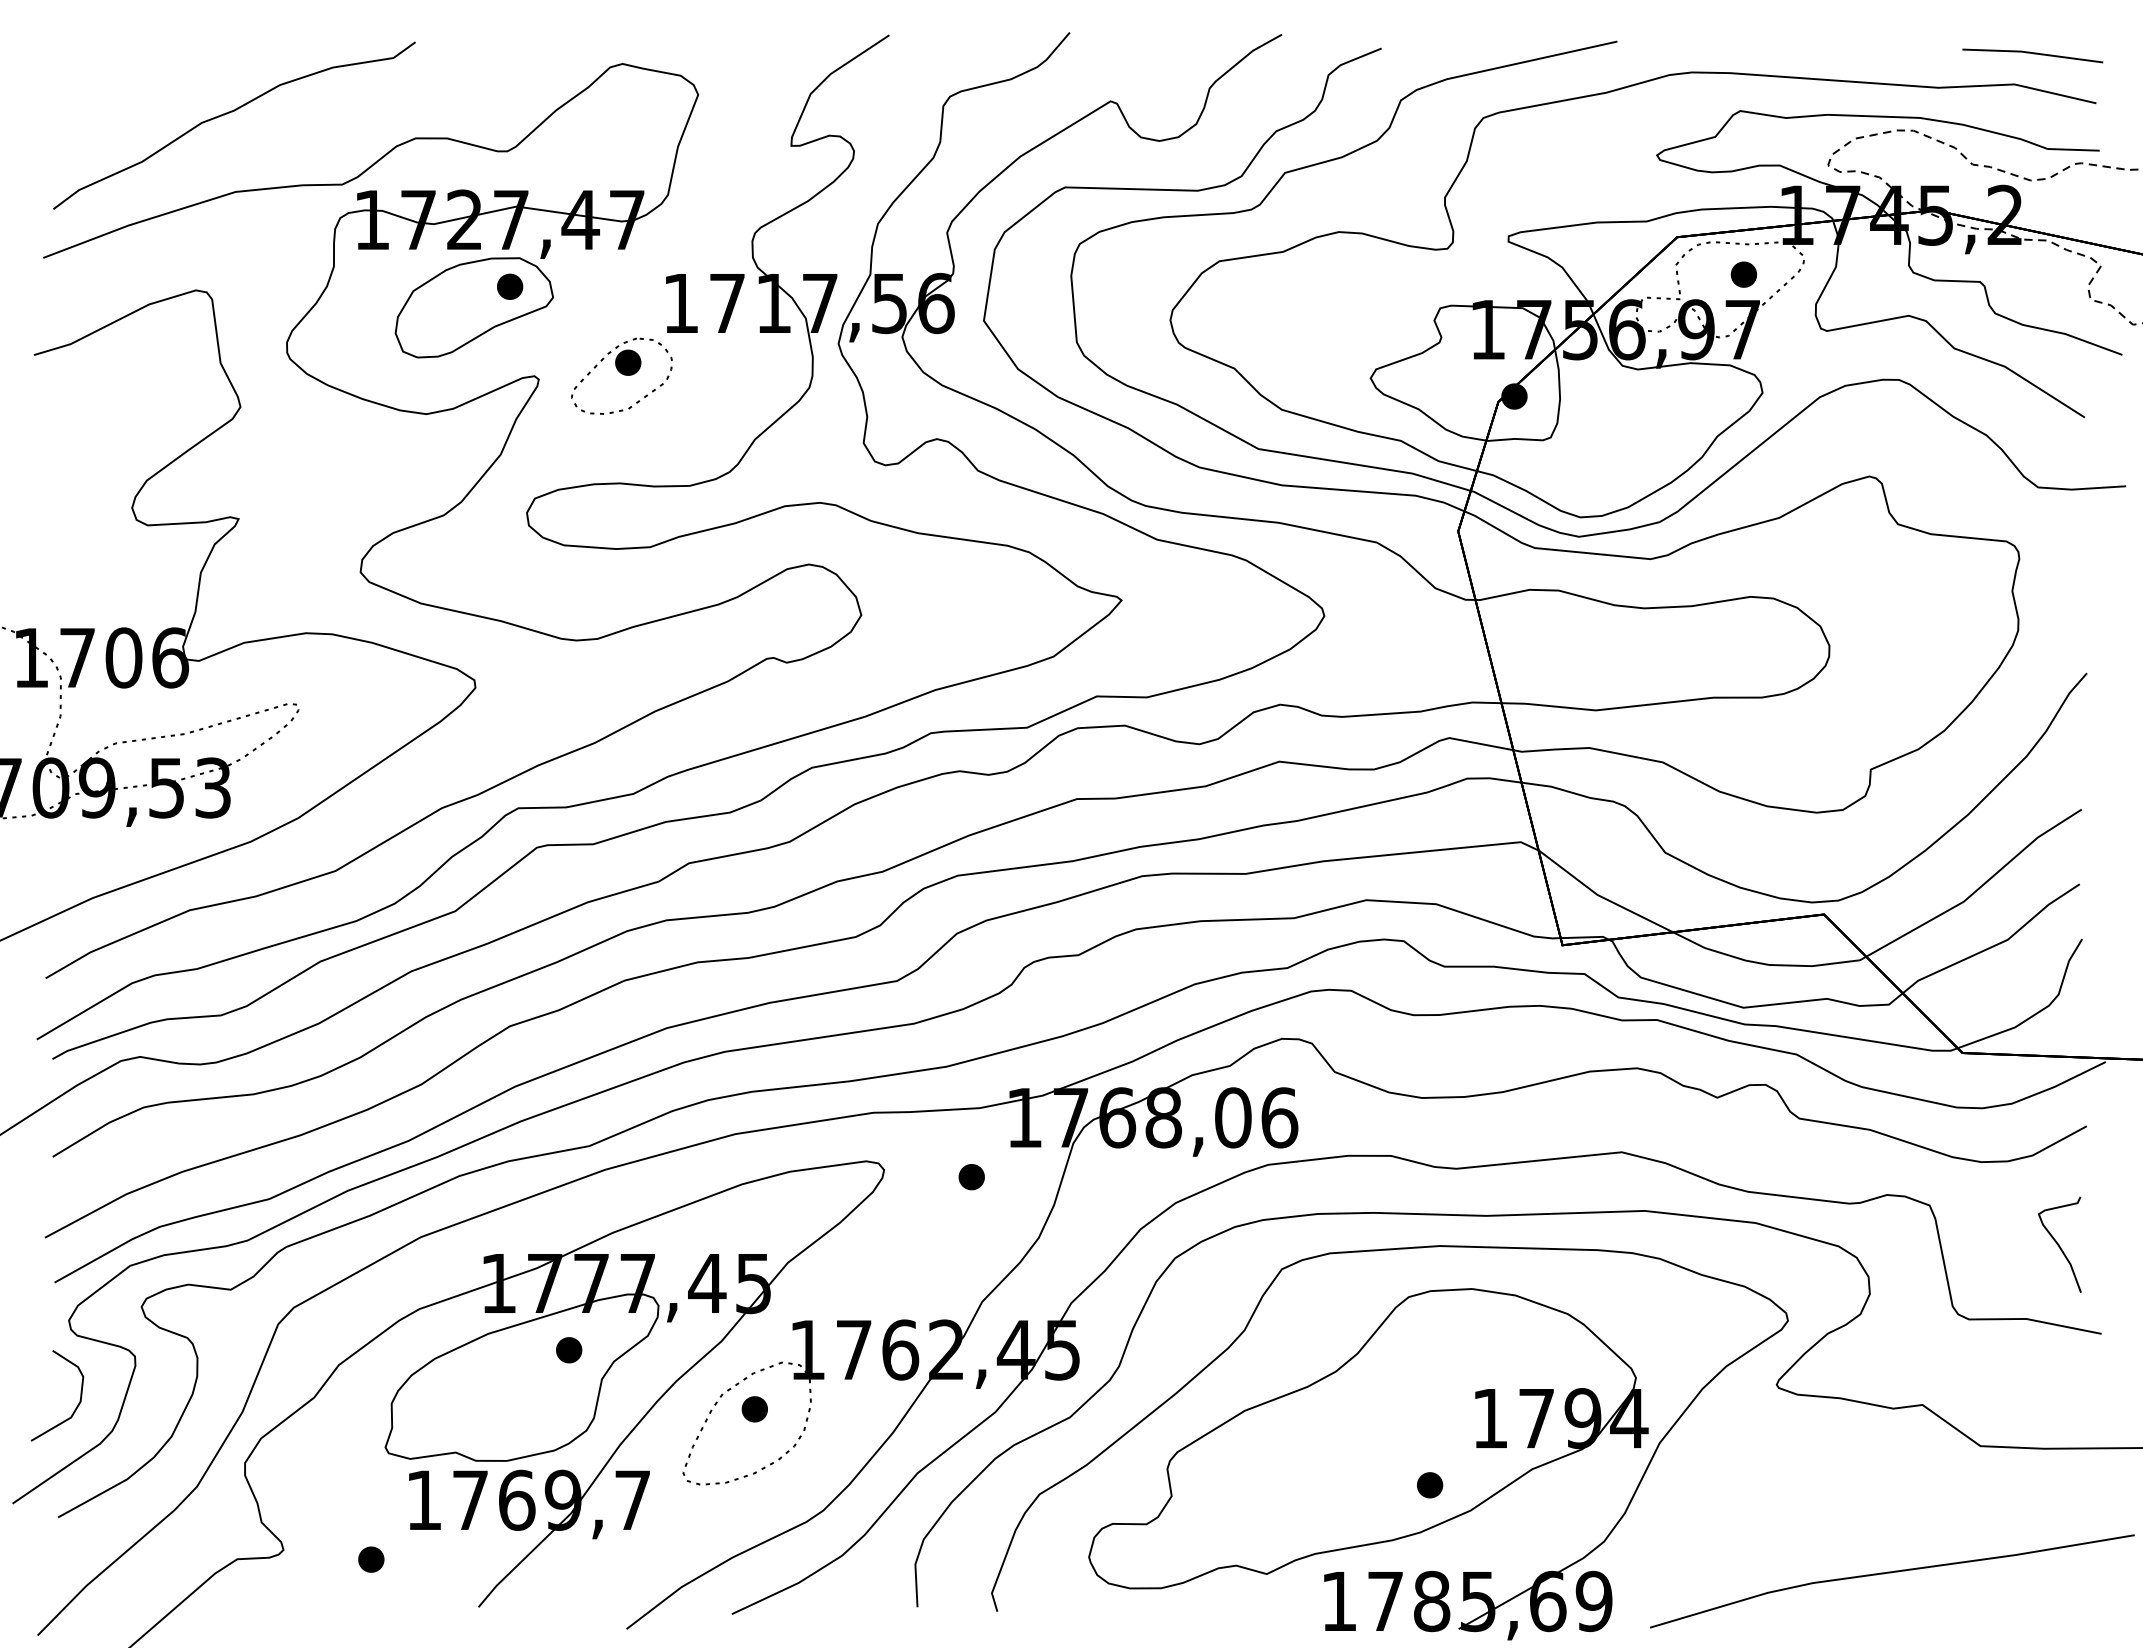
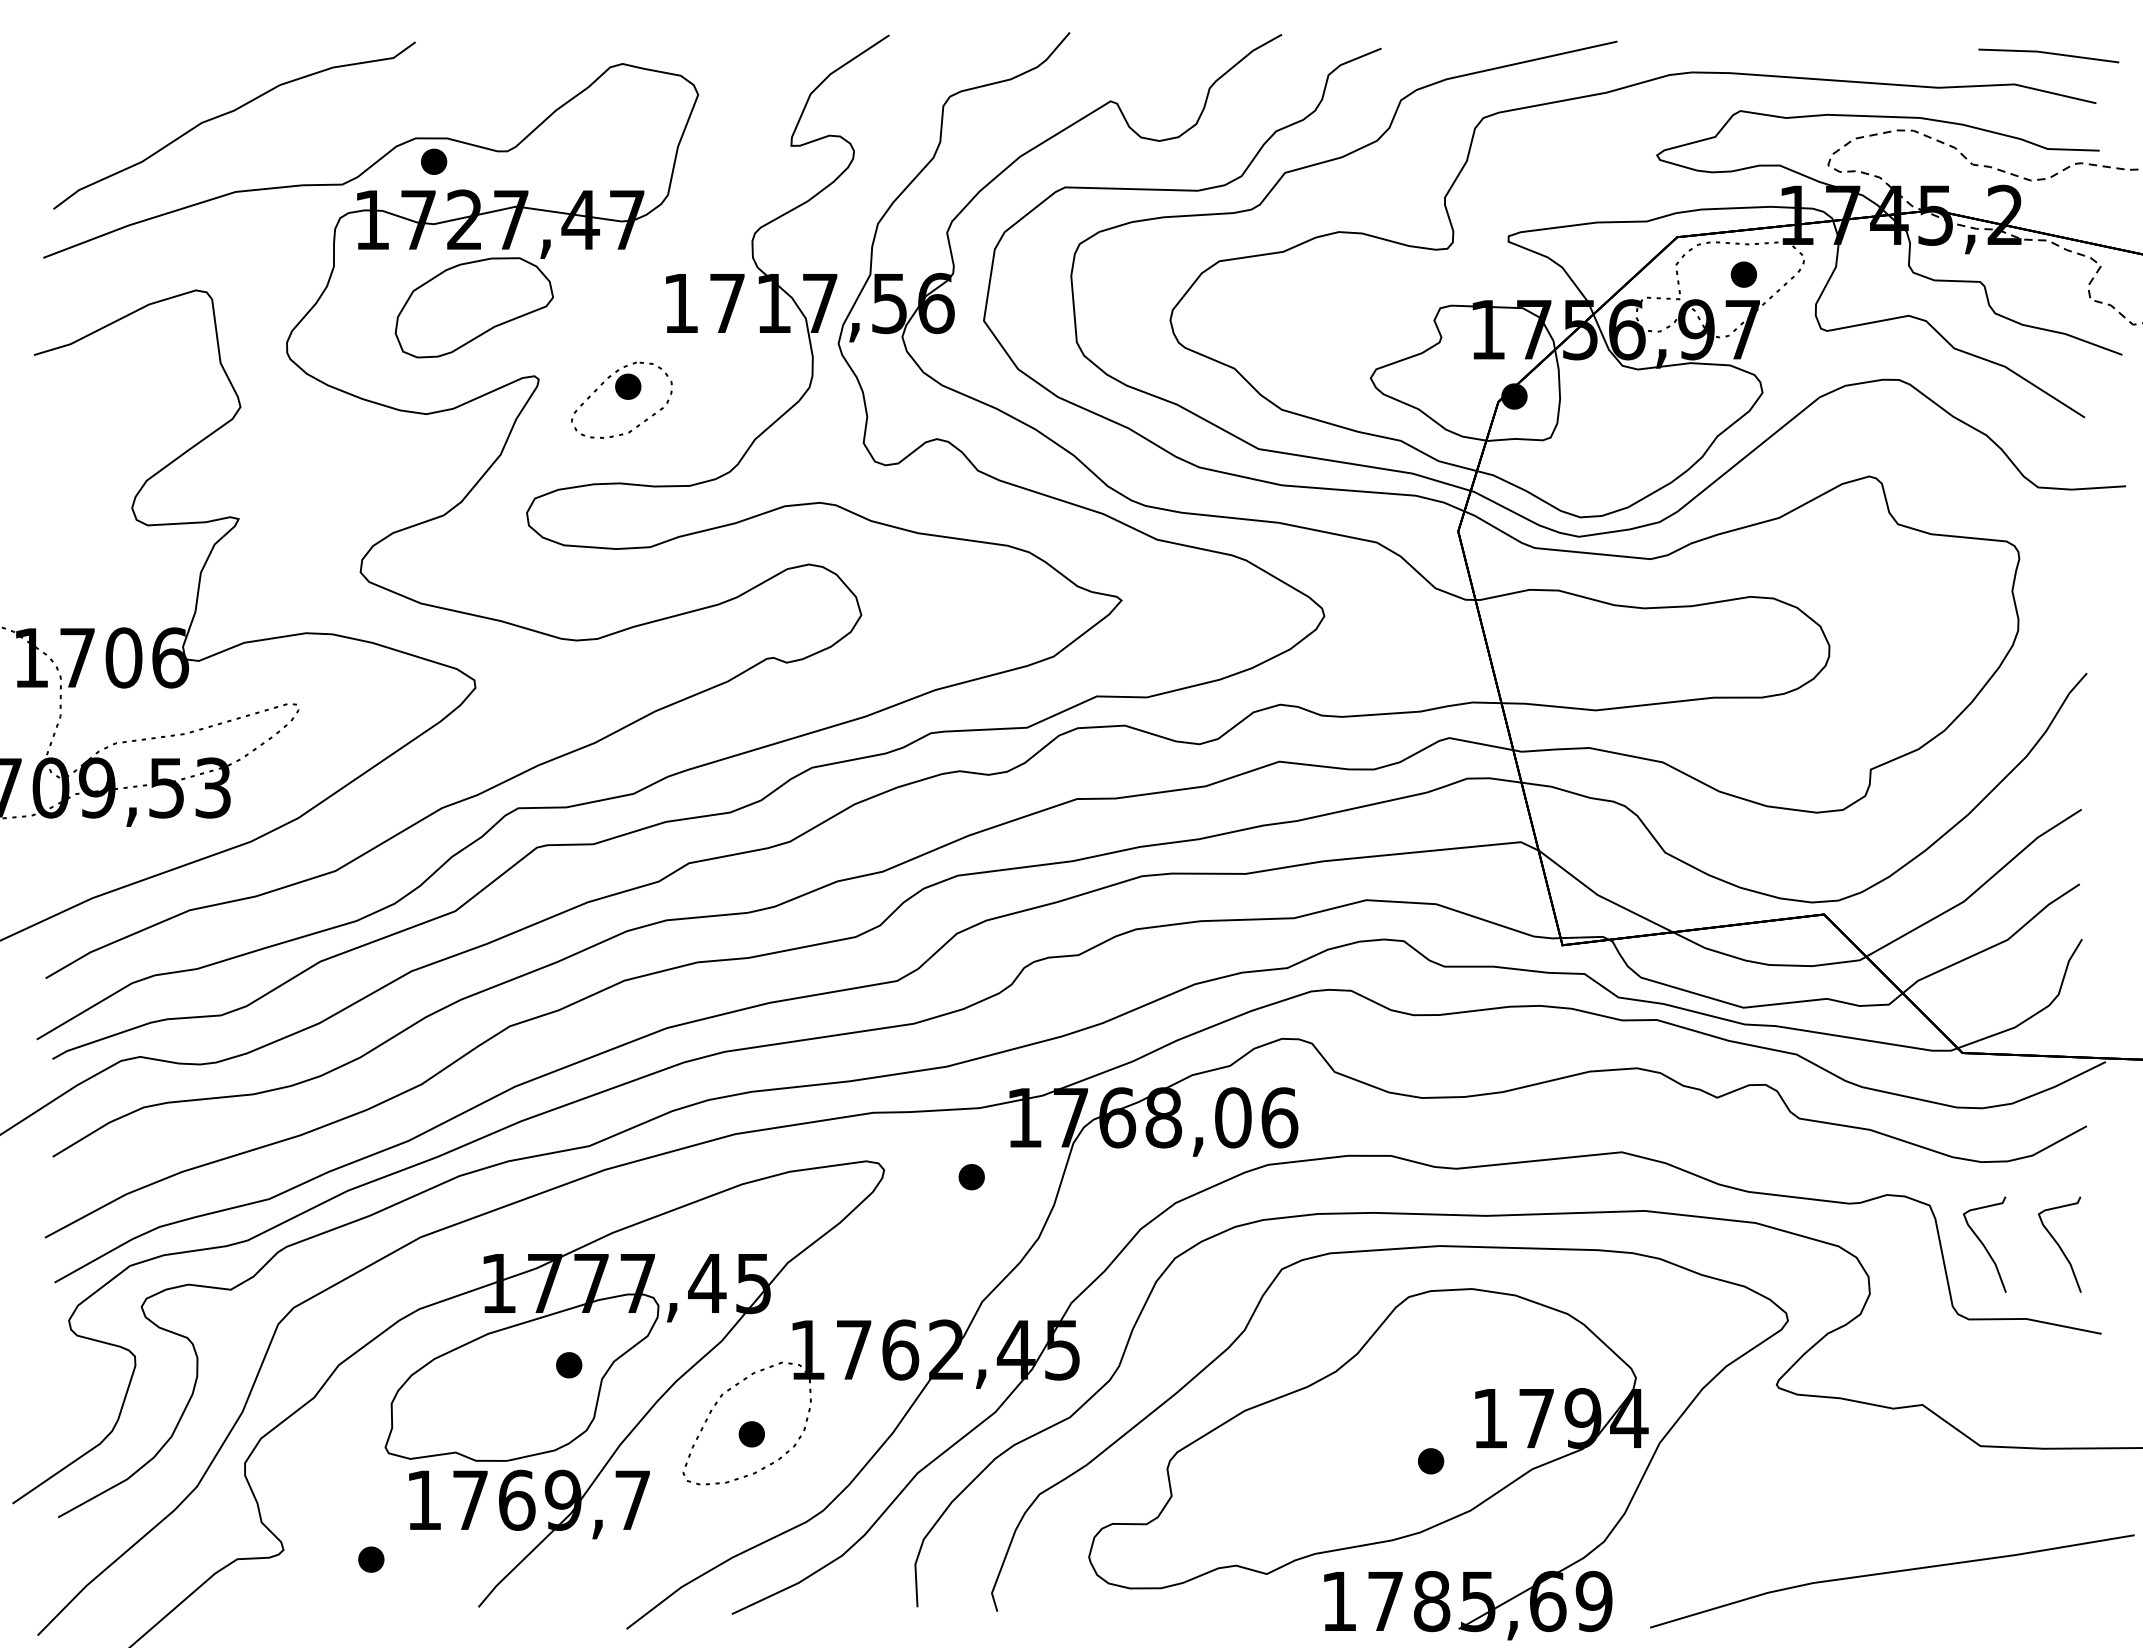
line at (2033, 54) position: (2033, 54) -> (2049, 54)
part at (510, 286) position: (510, 286) -> (434, 161)
part at (621, 375) position: (621, 375) -> (621, 399)
curve at (1984, 1244): none -> present
part at (569, 1350) position: (569, 1350) -> (569, 1365)
curve at (77, 1404): present -> none
part at (754, 1409) position: (754, 1409) -> (751, 1434)
part at (1430, 1485) position: (1430, 1485) -> (1431, 1461)
